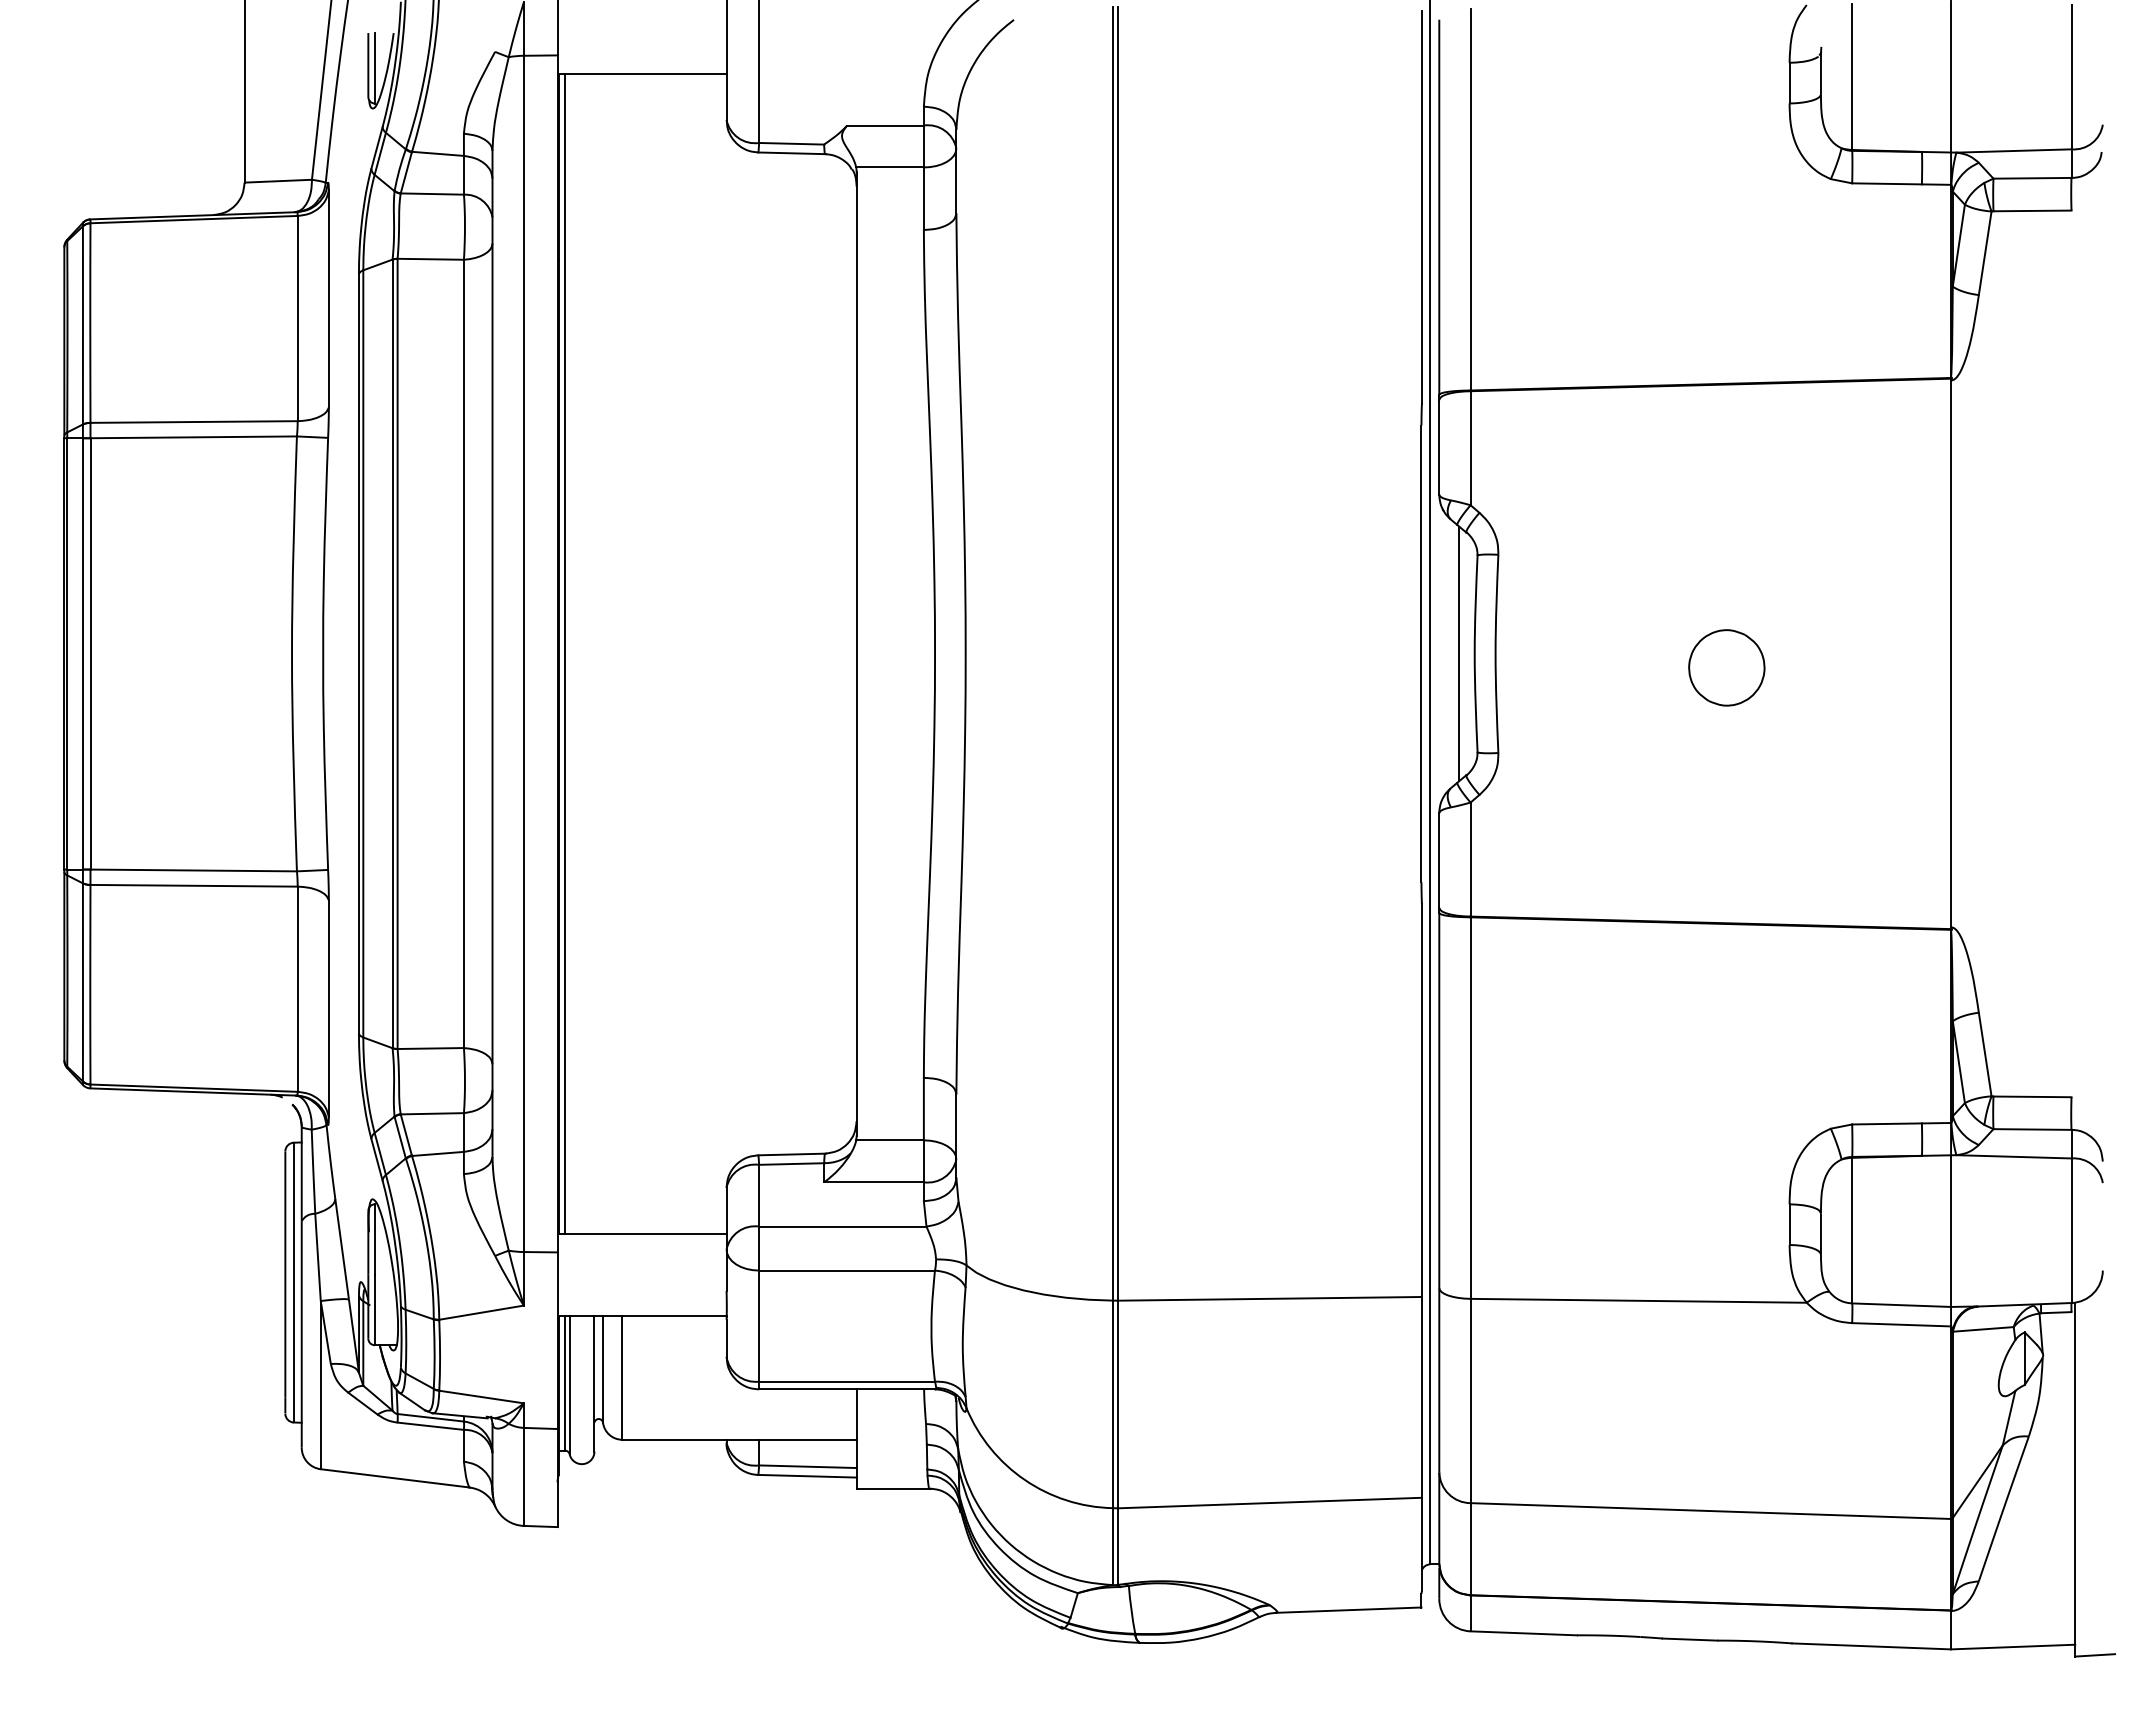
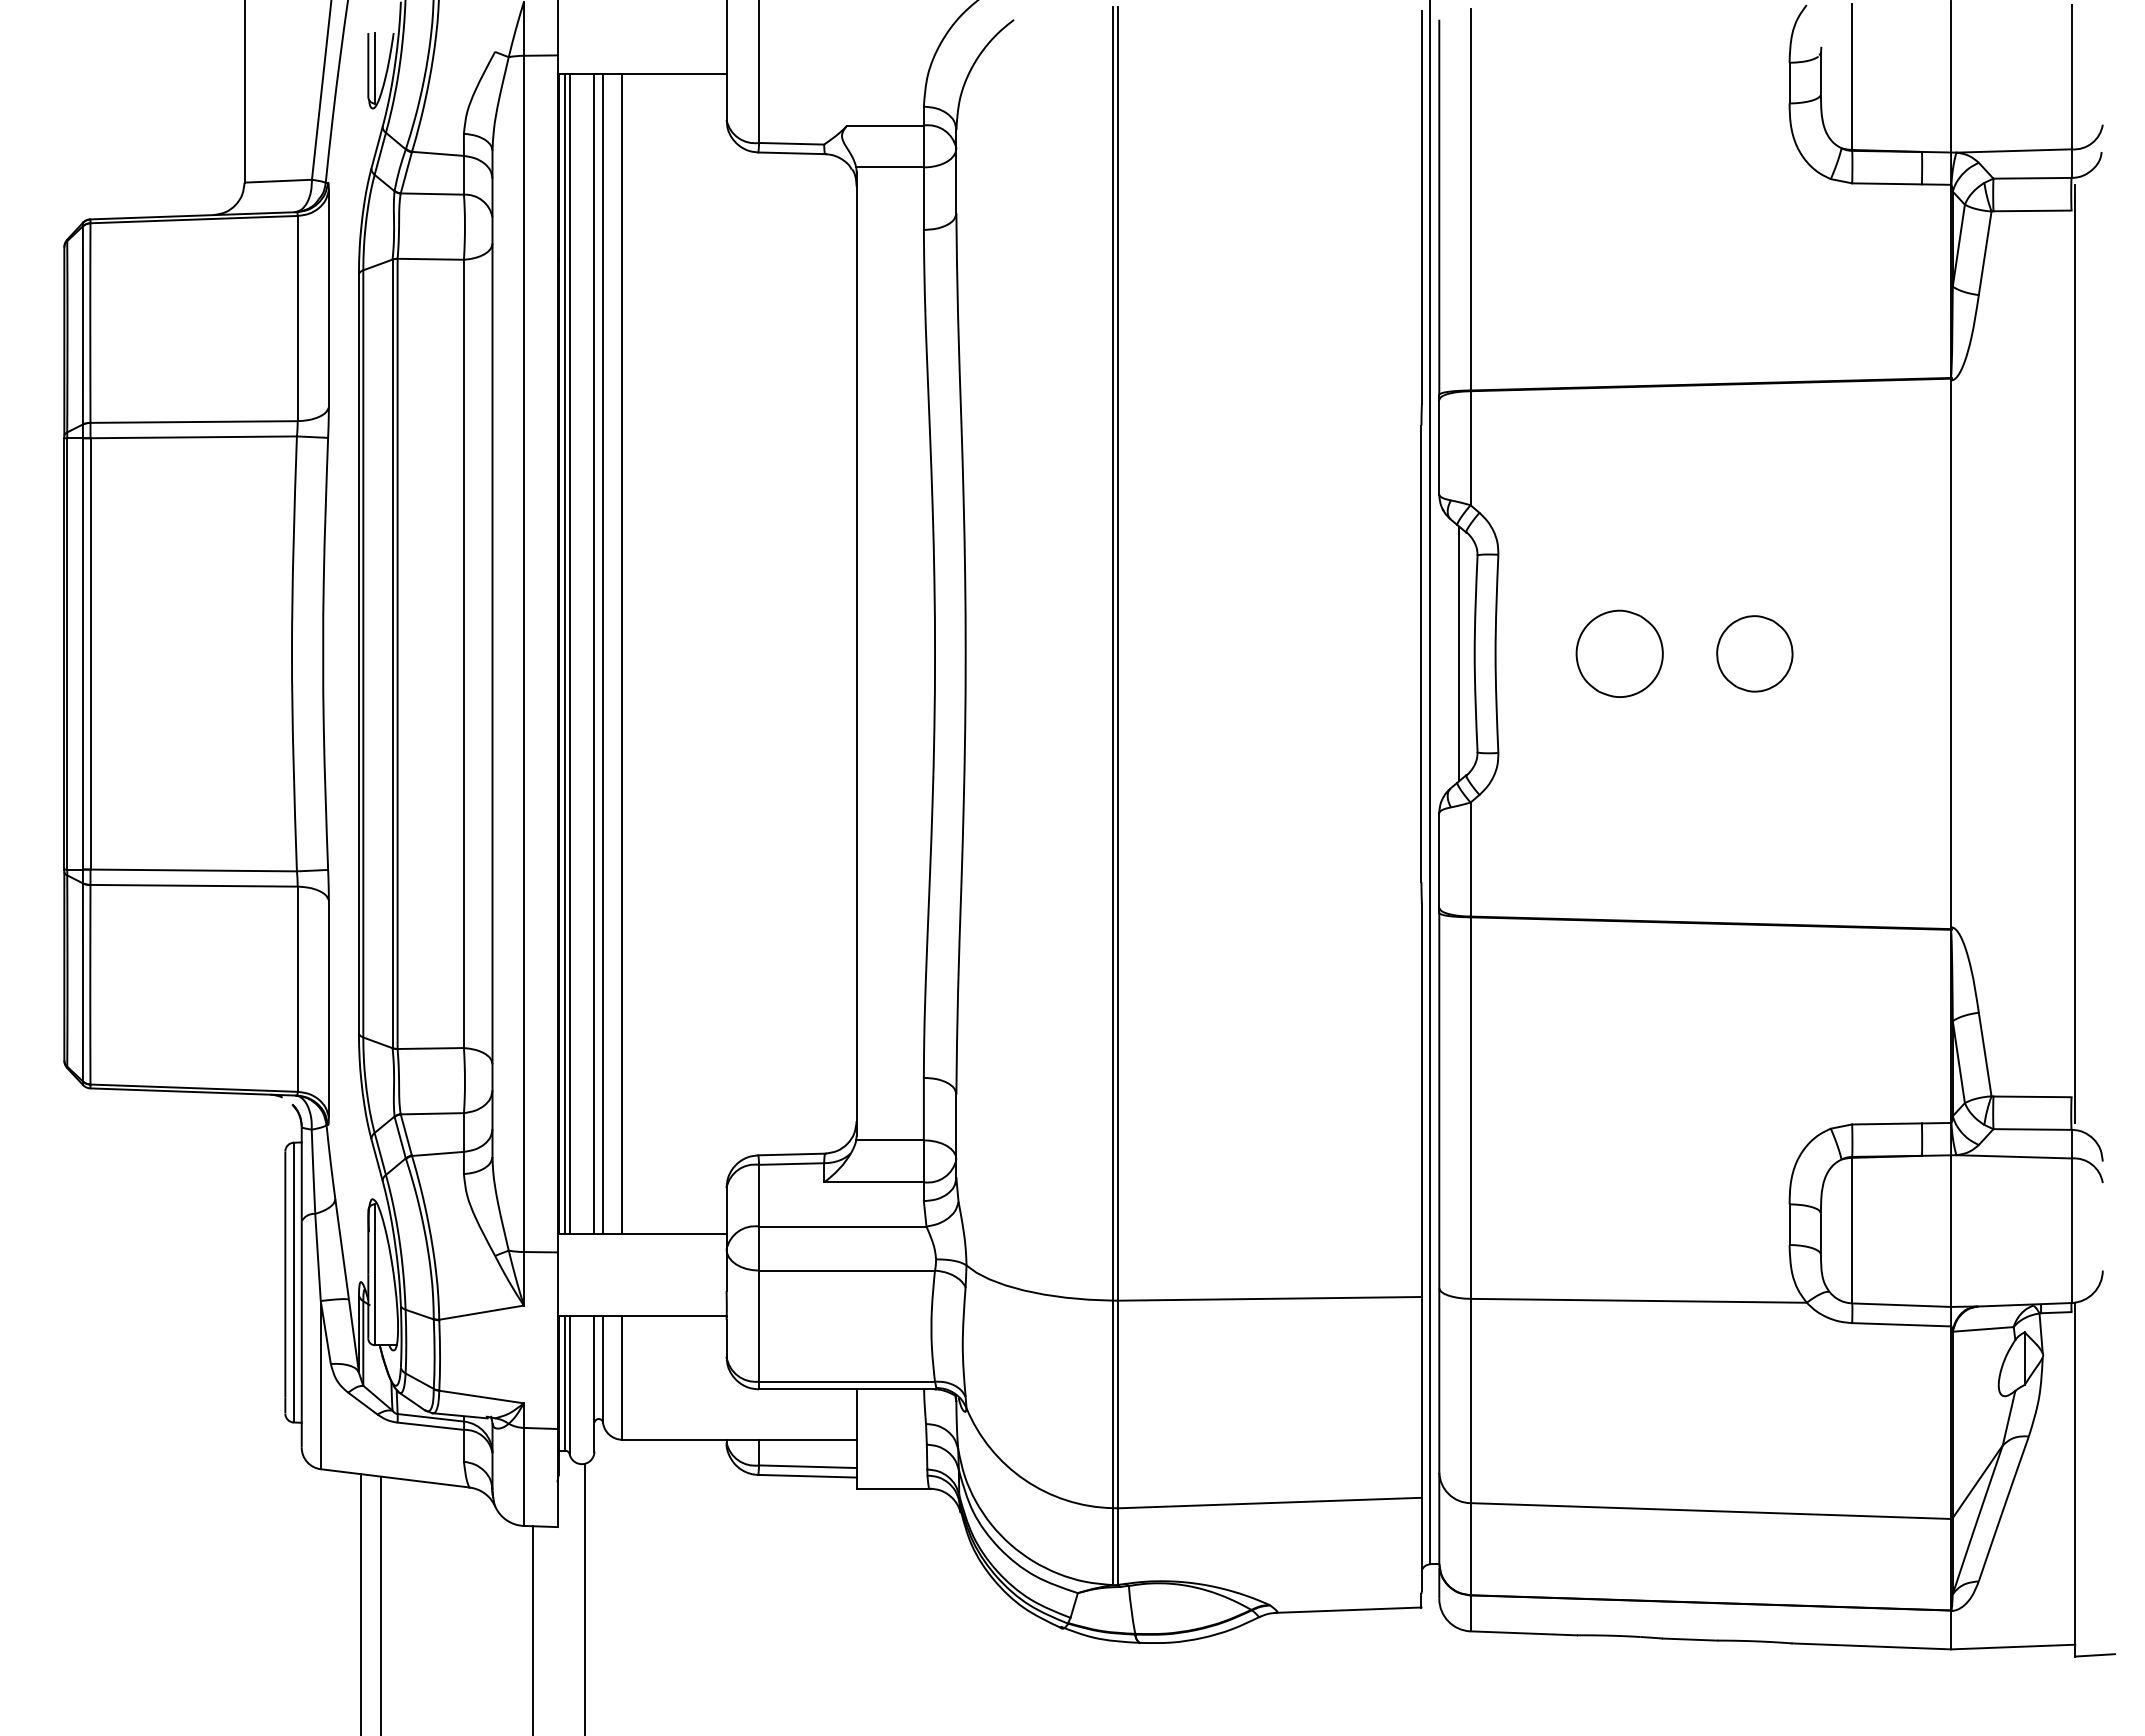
line at (569, 653): none -> present
line at (594, 653): none -> present
line at (603, 653): none -> present
line at (622, 653): none -> present
part at (1619, 653): none -> present
line at (2075, 653): none -> present
part at (1726, 667) position: (1726, 667) -> (1754, 653)
line at (584, 1597): none -> present
line at (360, 1603): none -> present
line at (381, 1604): none -> present
line at (532, 1629): none -> present
